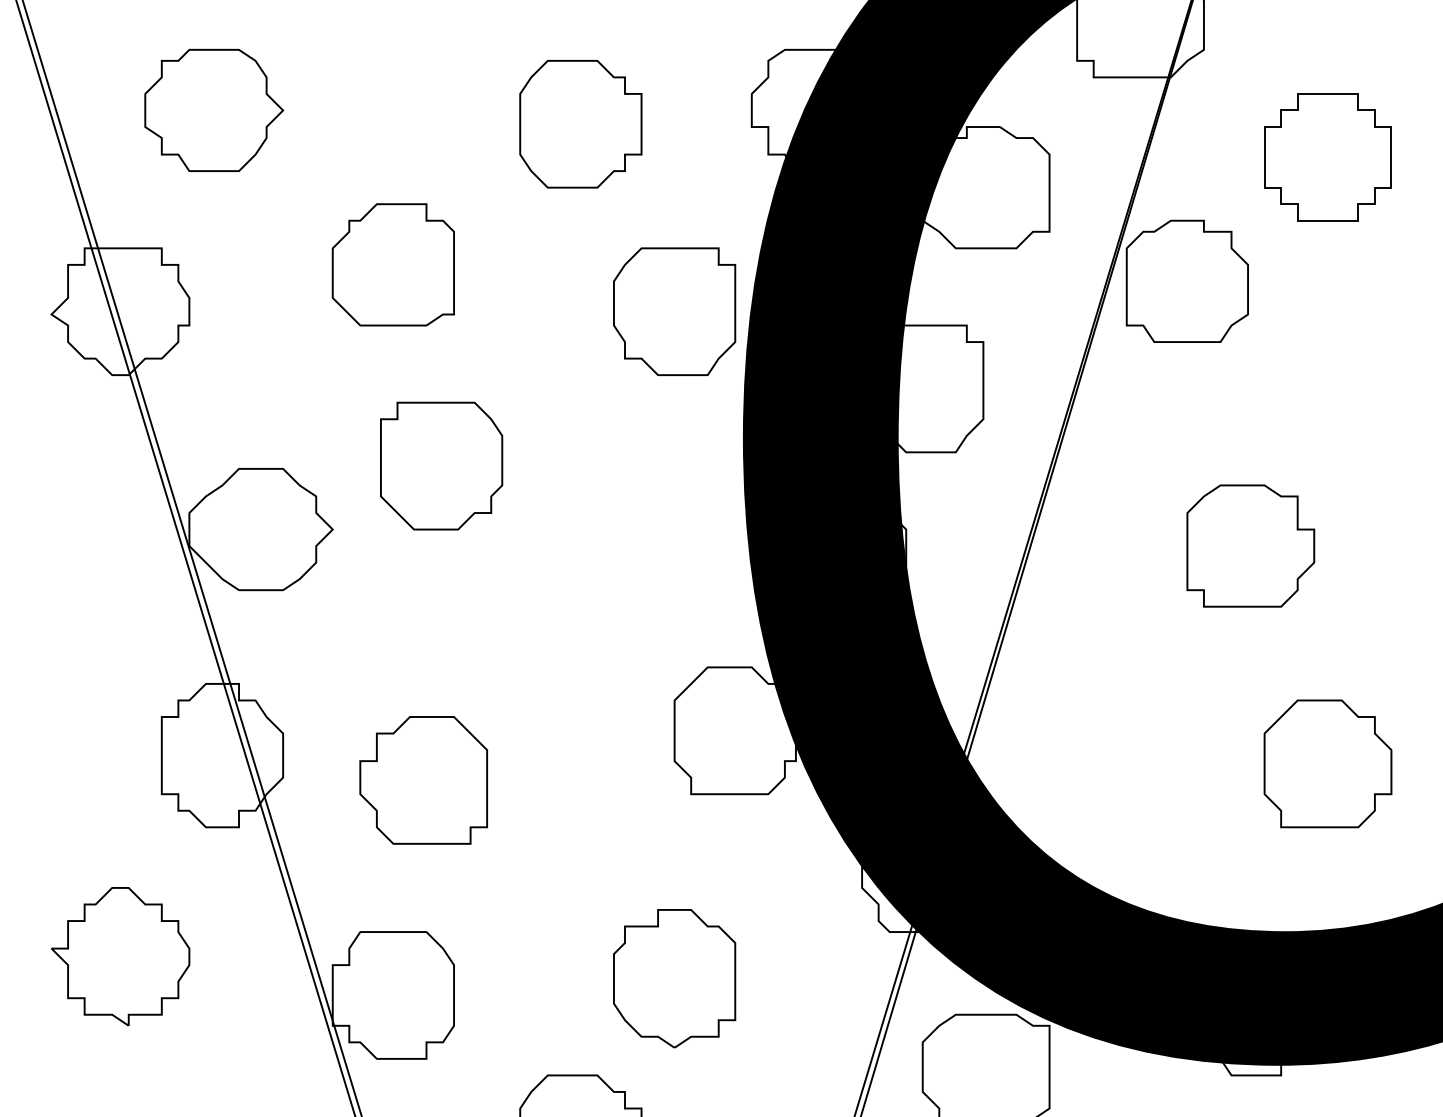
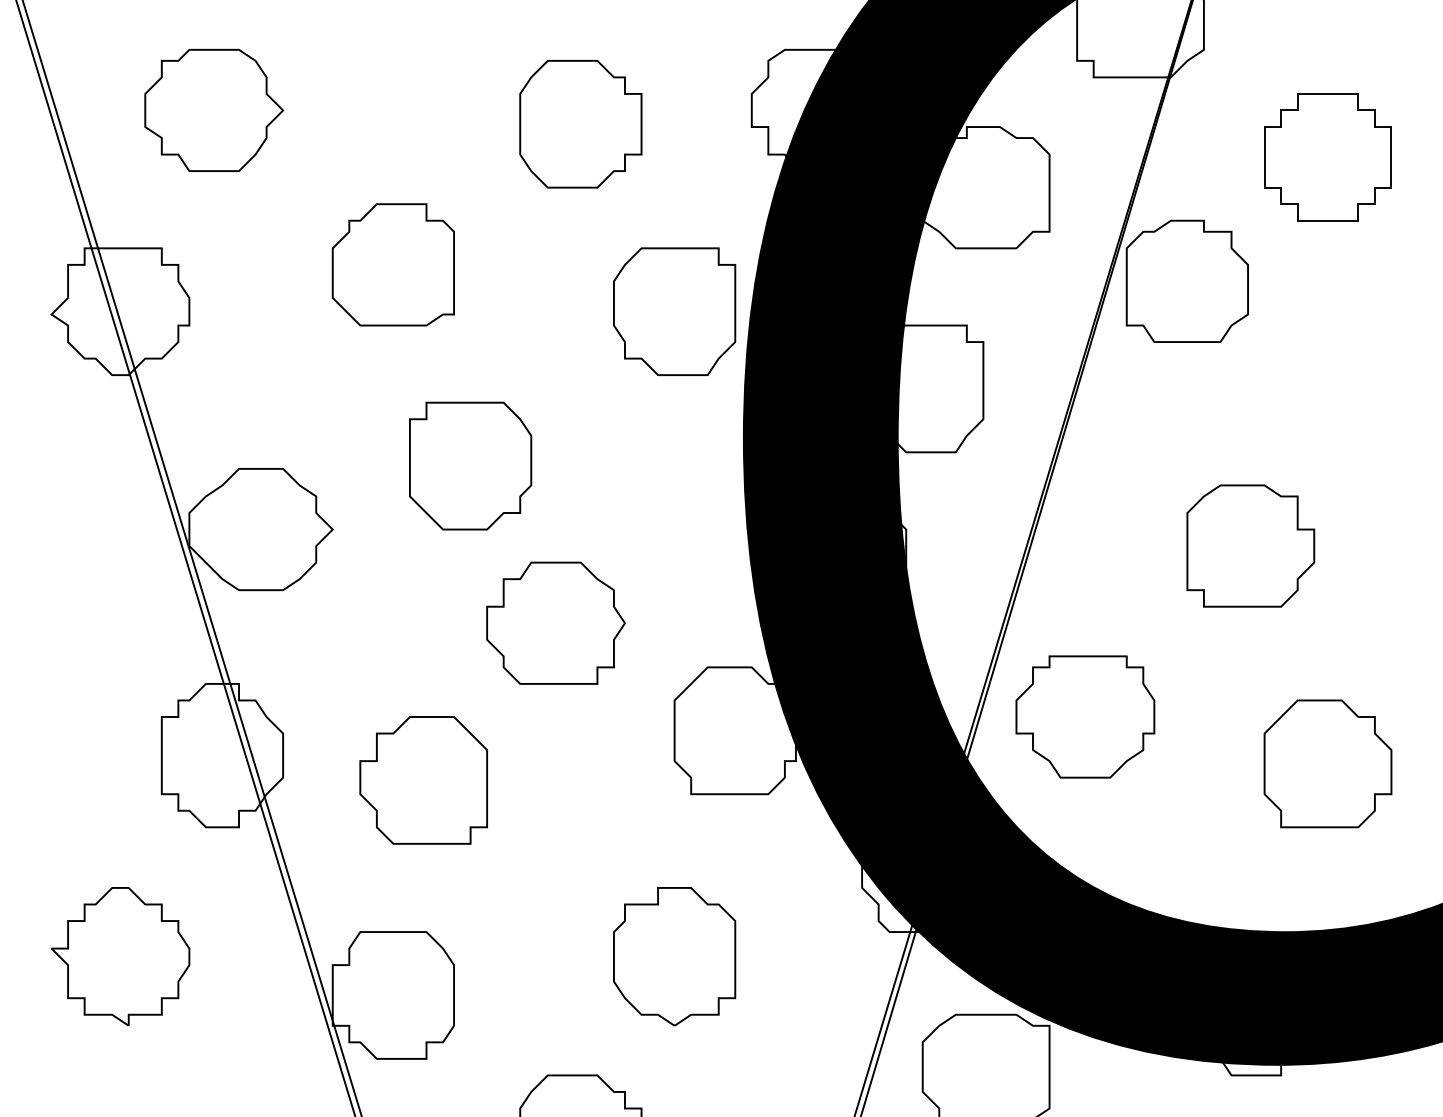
part at (441, 465) position: (441, 465) -> (470, 465)
part at (555, 622): none -> present
part at (1085, 716): none -> present
part at (674, 978) position: (674, 978) -> (674, 956)
